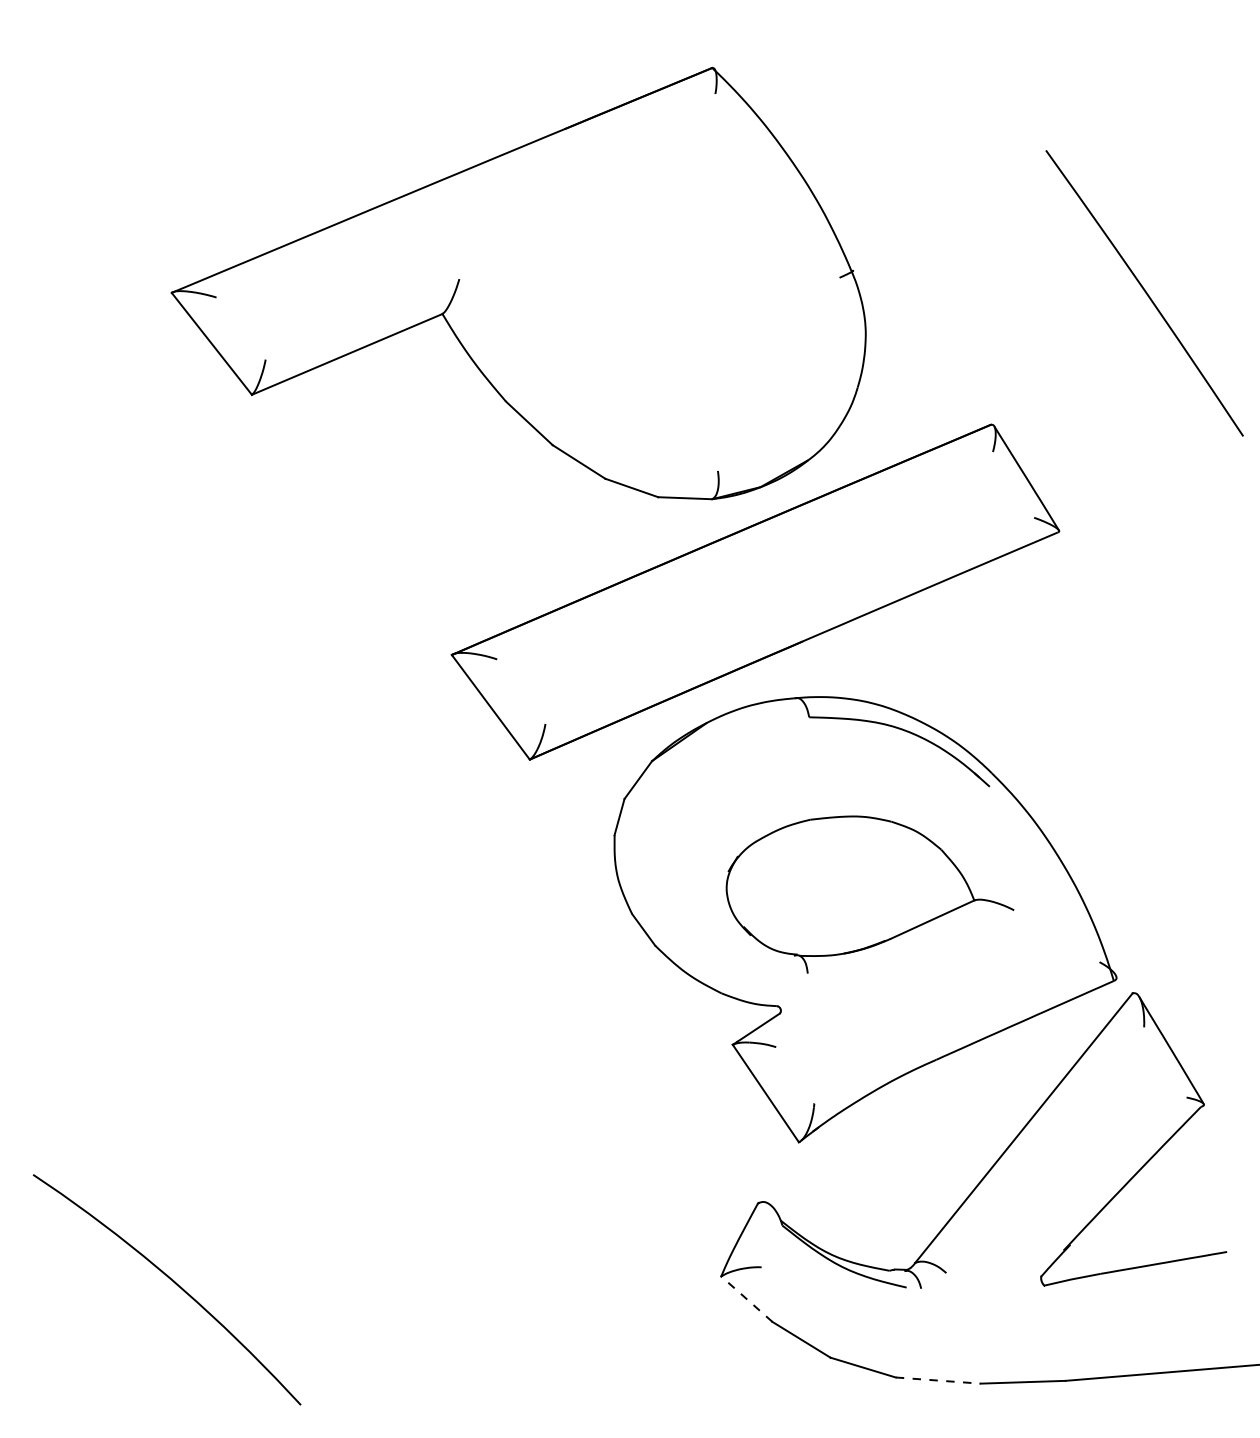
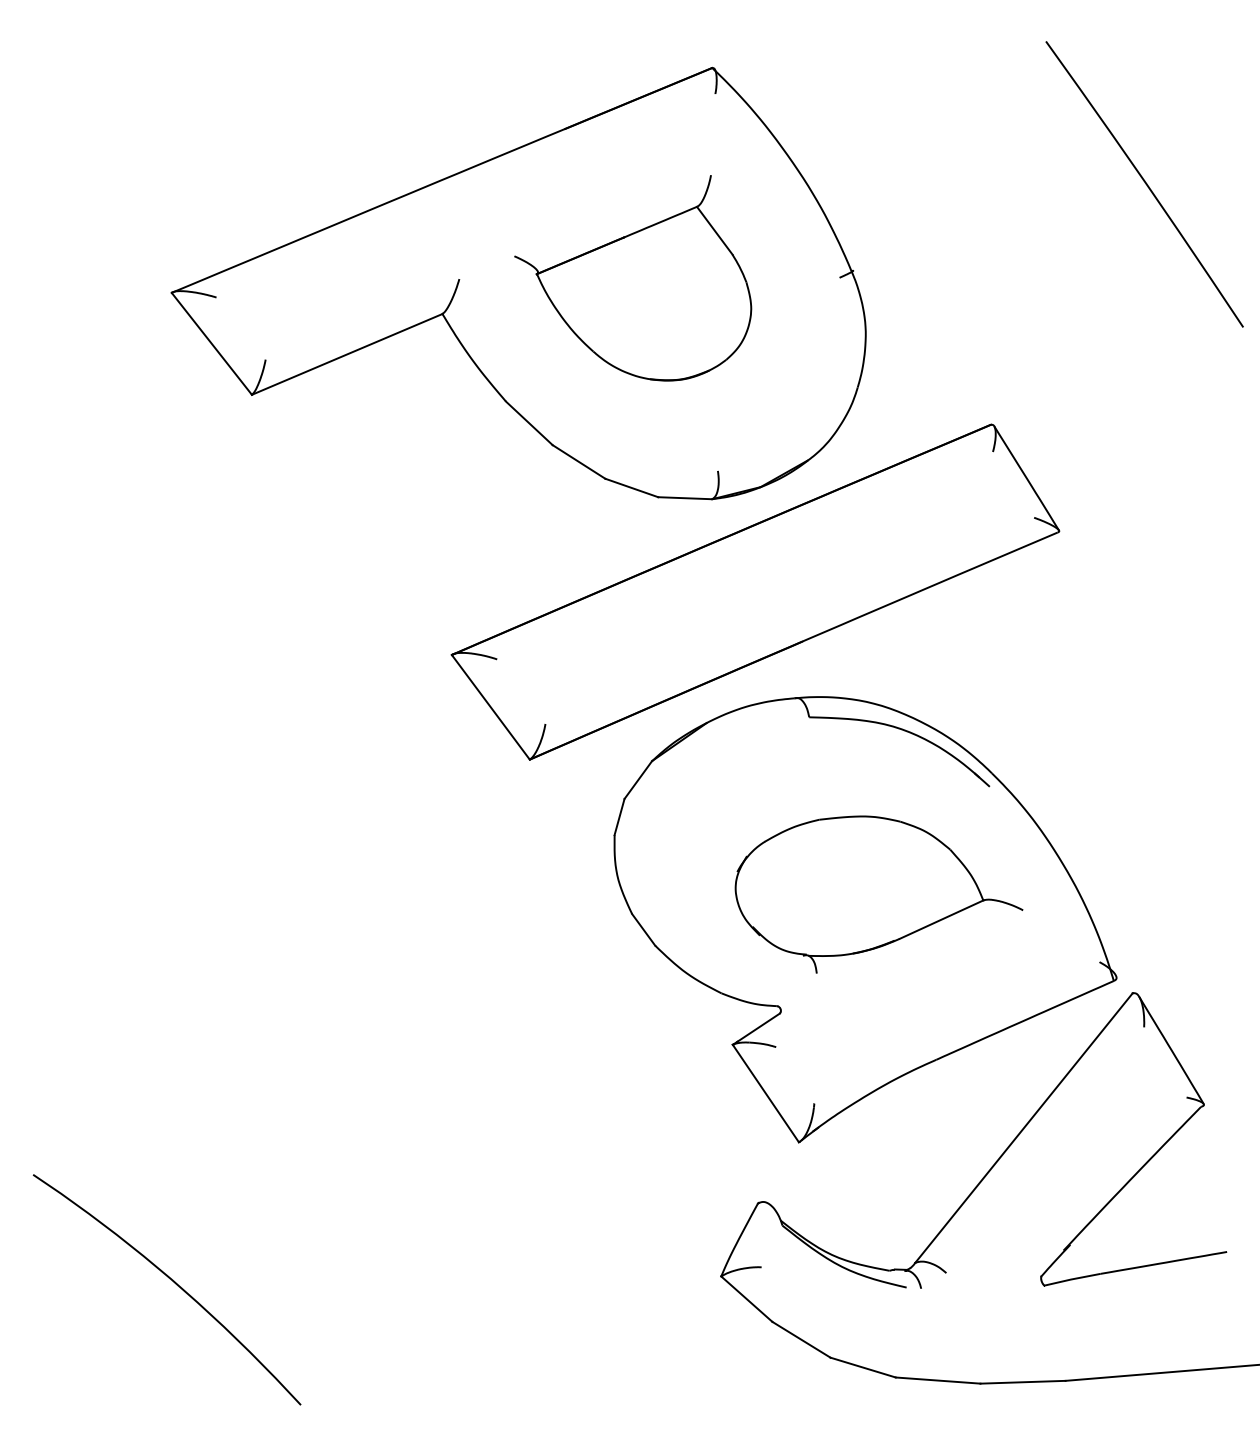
part at (633, 278): none -> present
curve at (1145, 293) position: (1145, 293) -> (1145, 184)
part at (869, 894) position: (869, 894) -> (878, 894)
line at (746, 1298): dashed -> solid
line at (938, 1380): dashed -> solid
